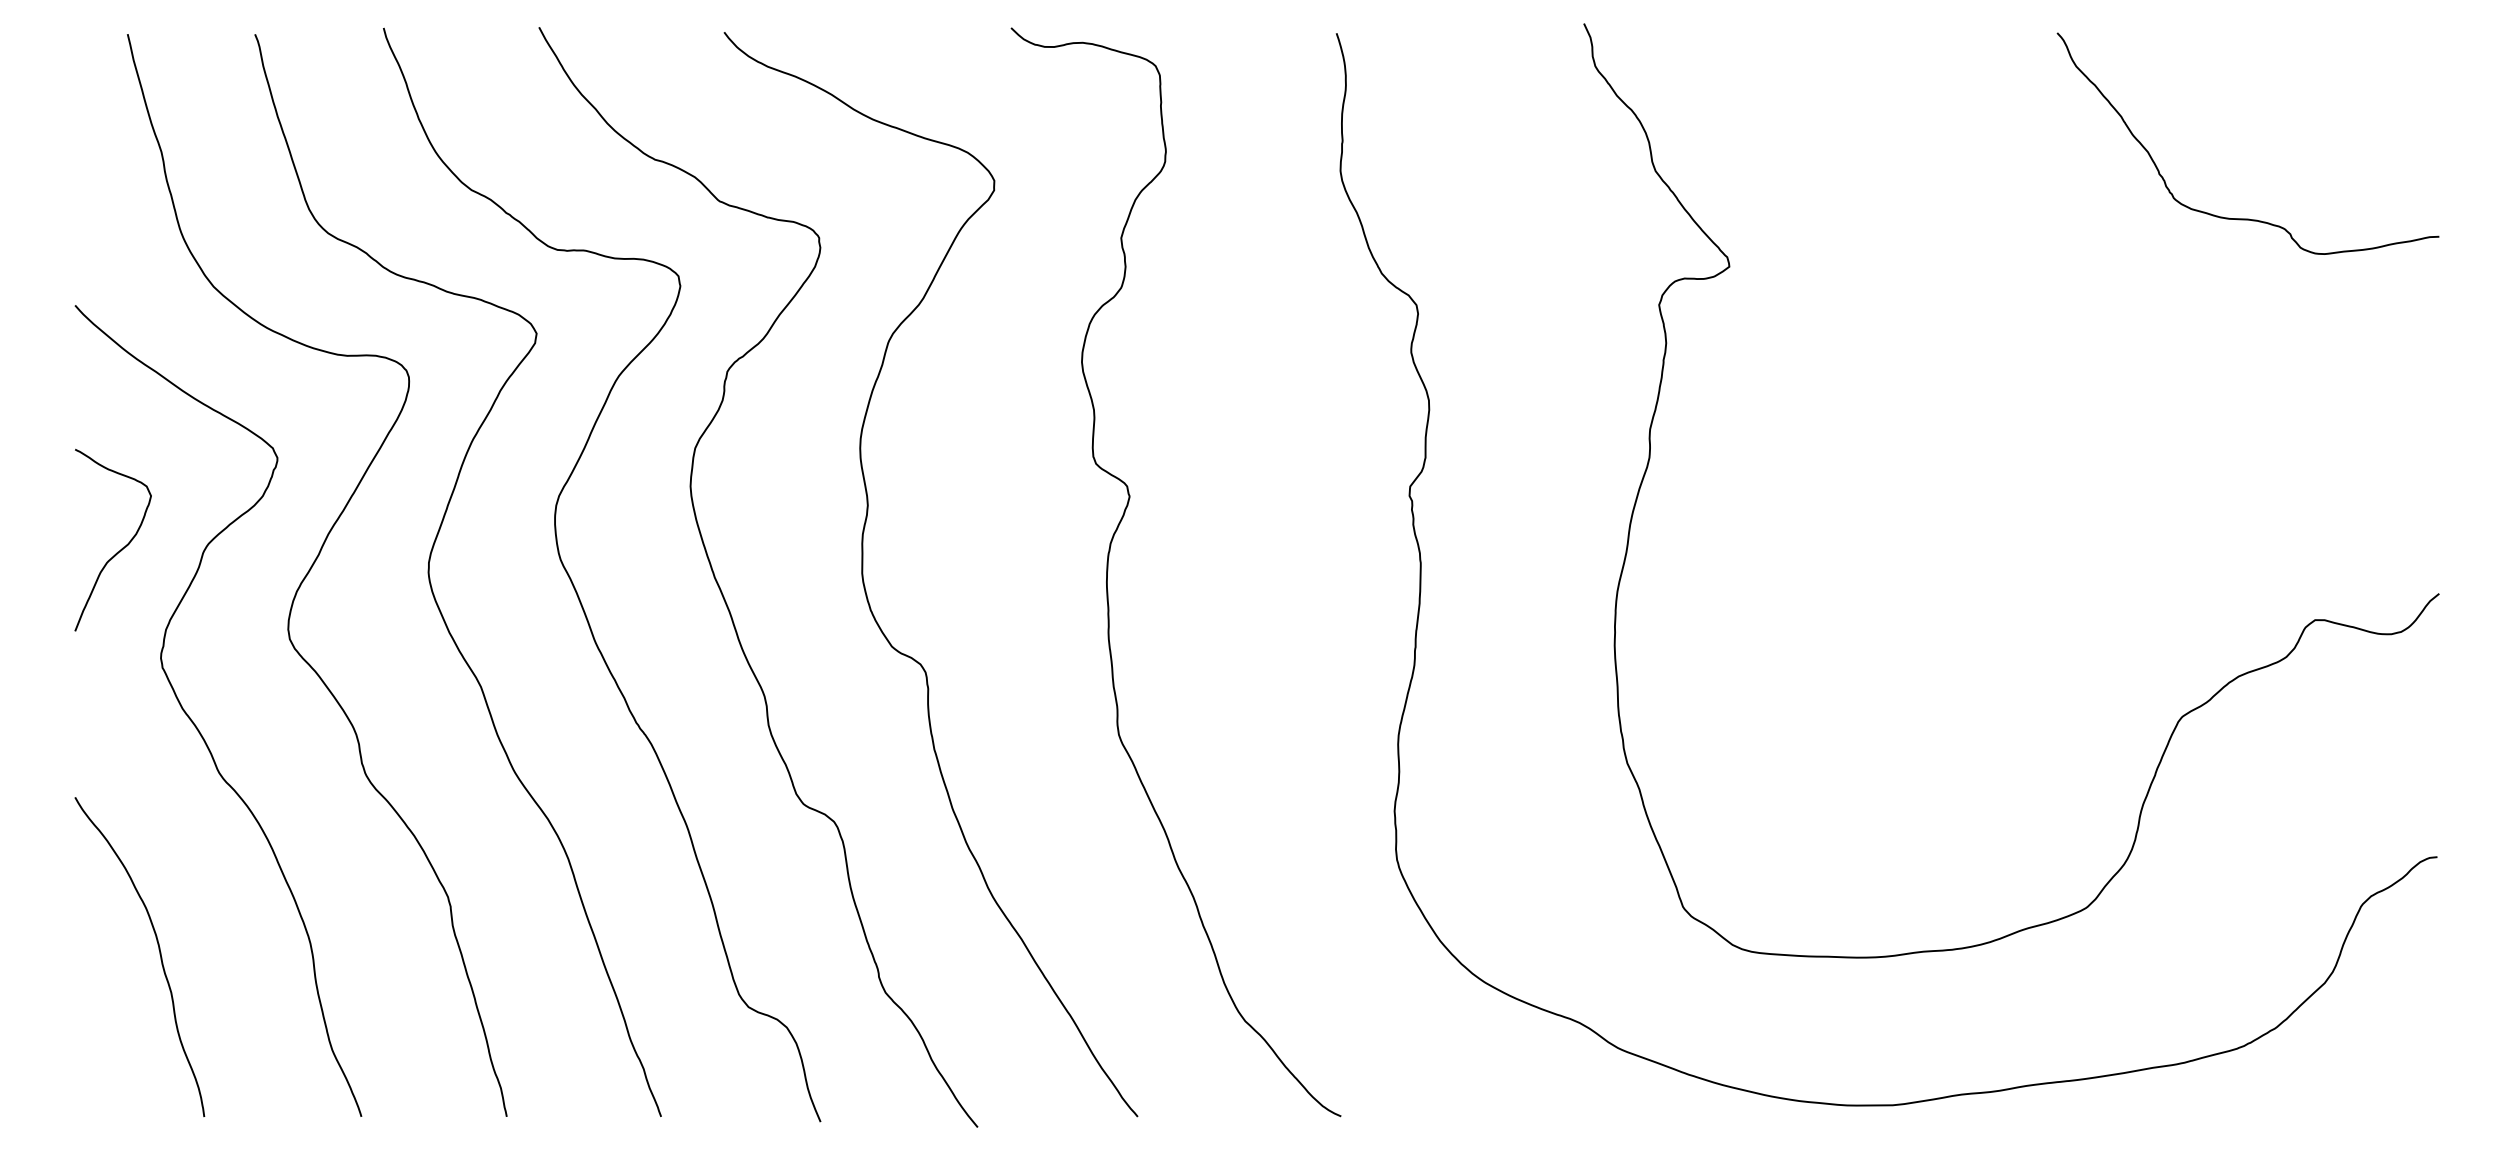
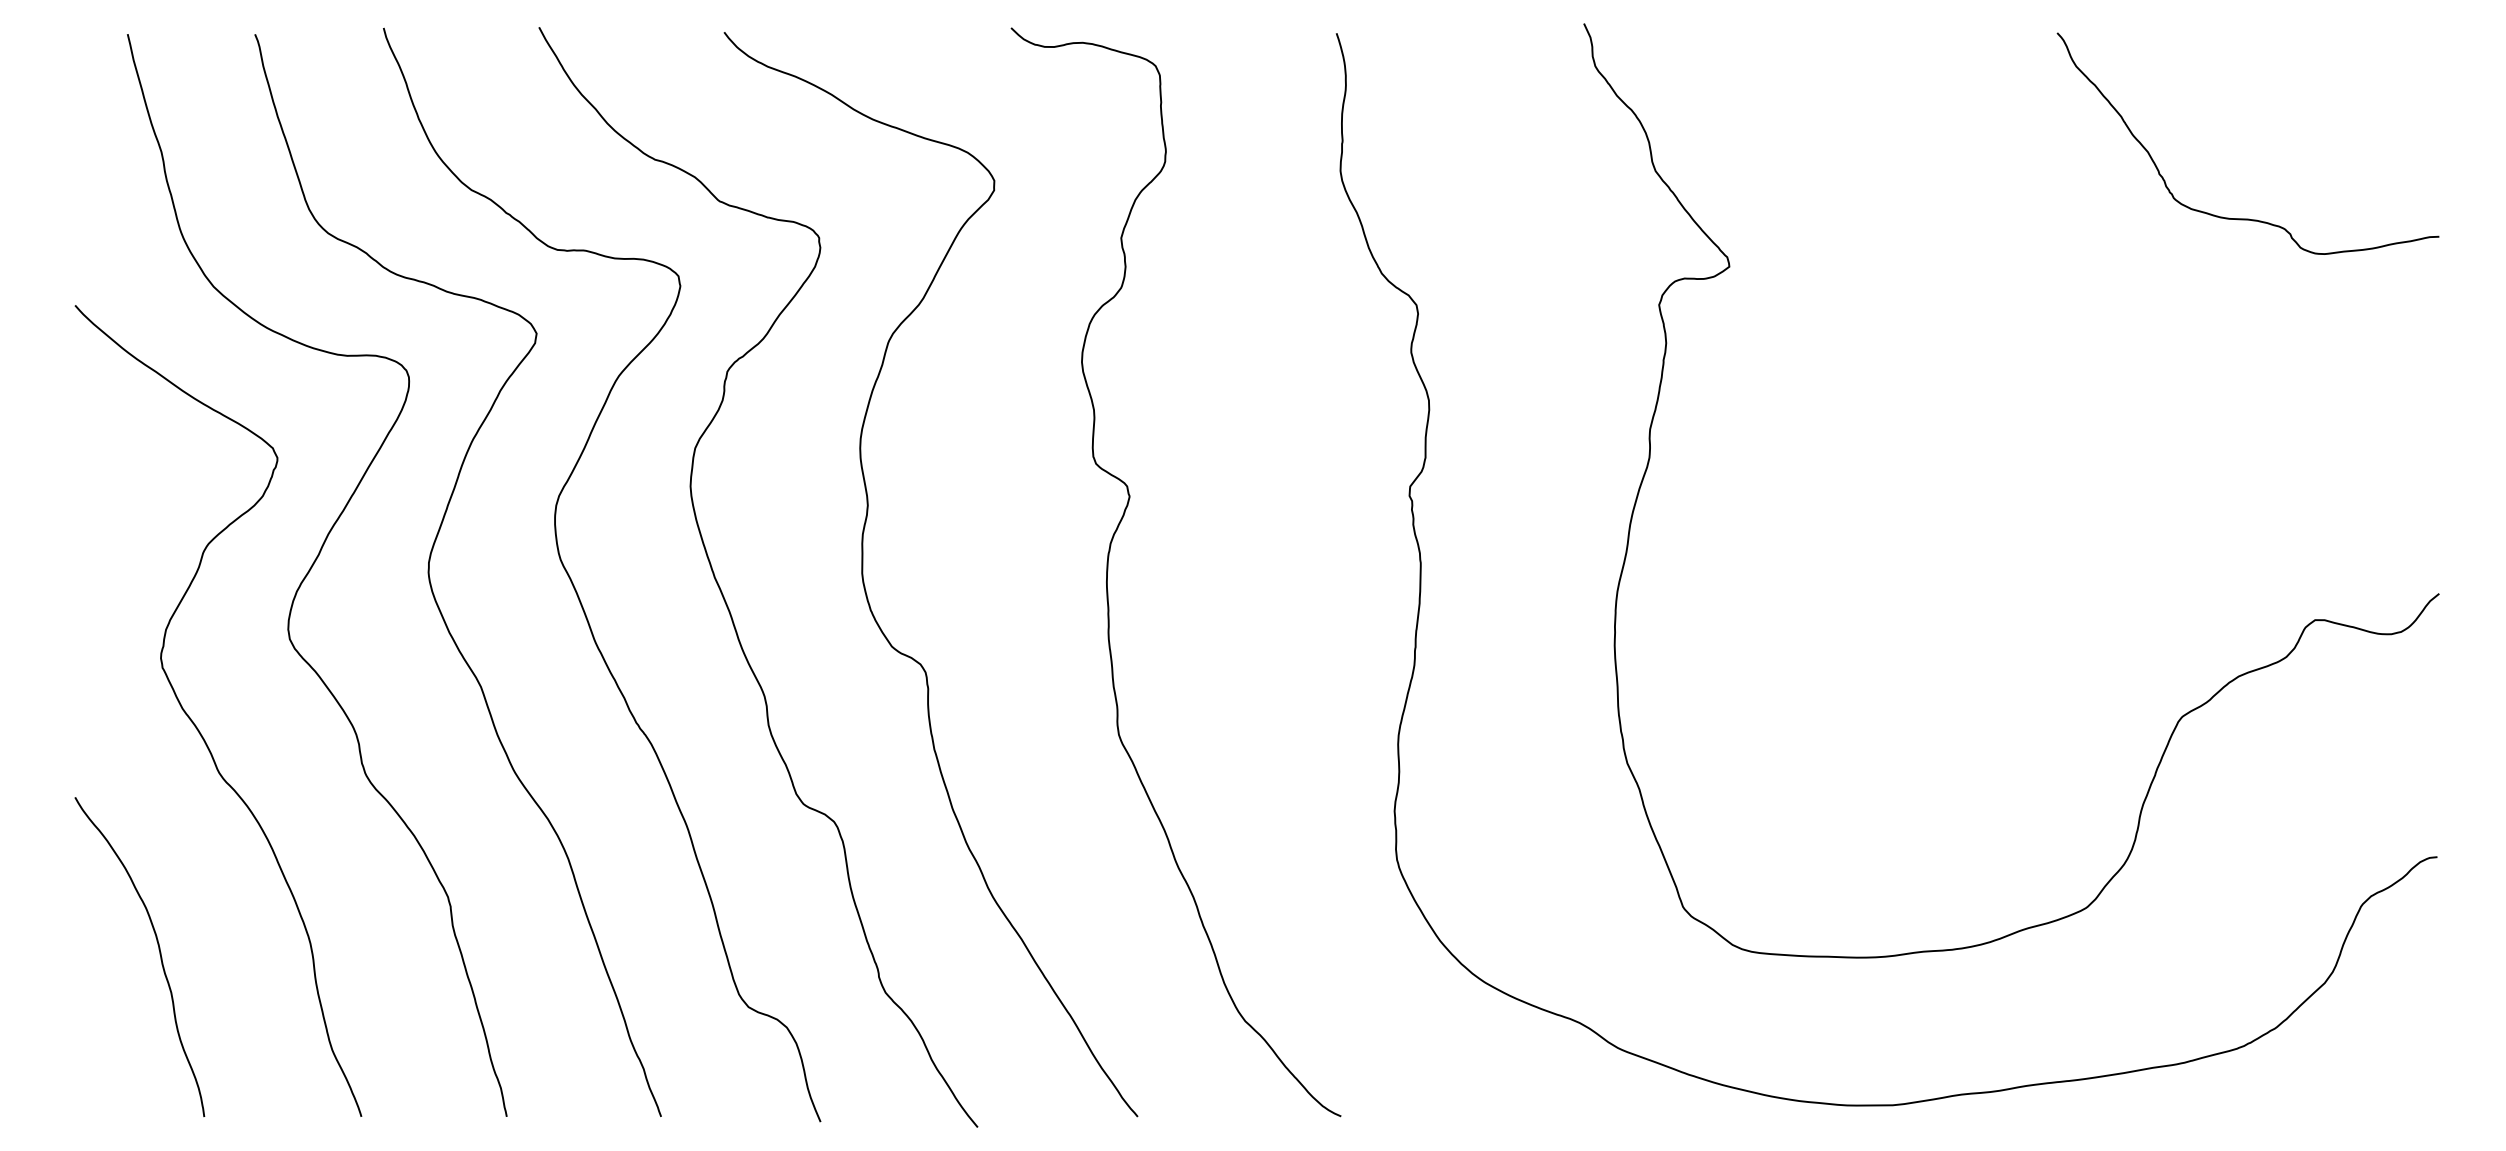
curve at (121, 548): present -> none
